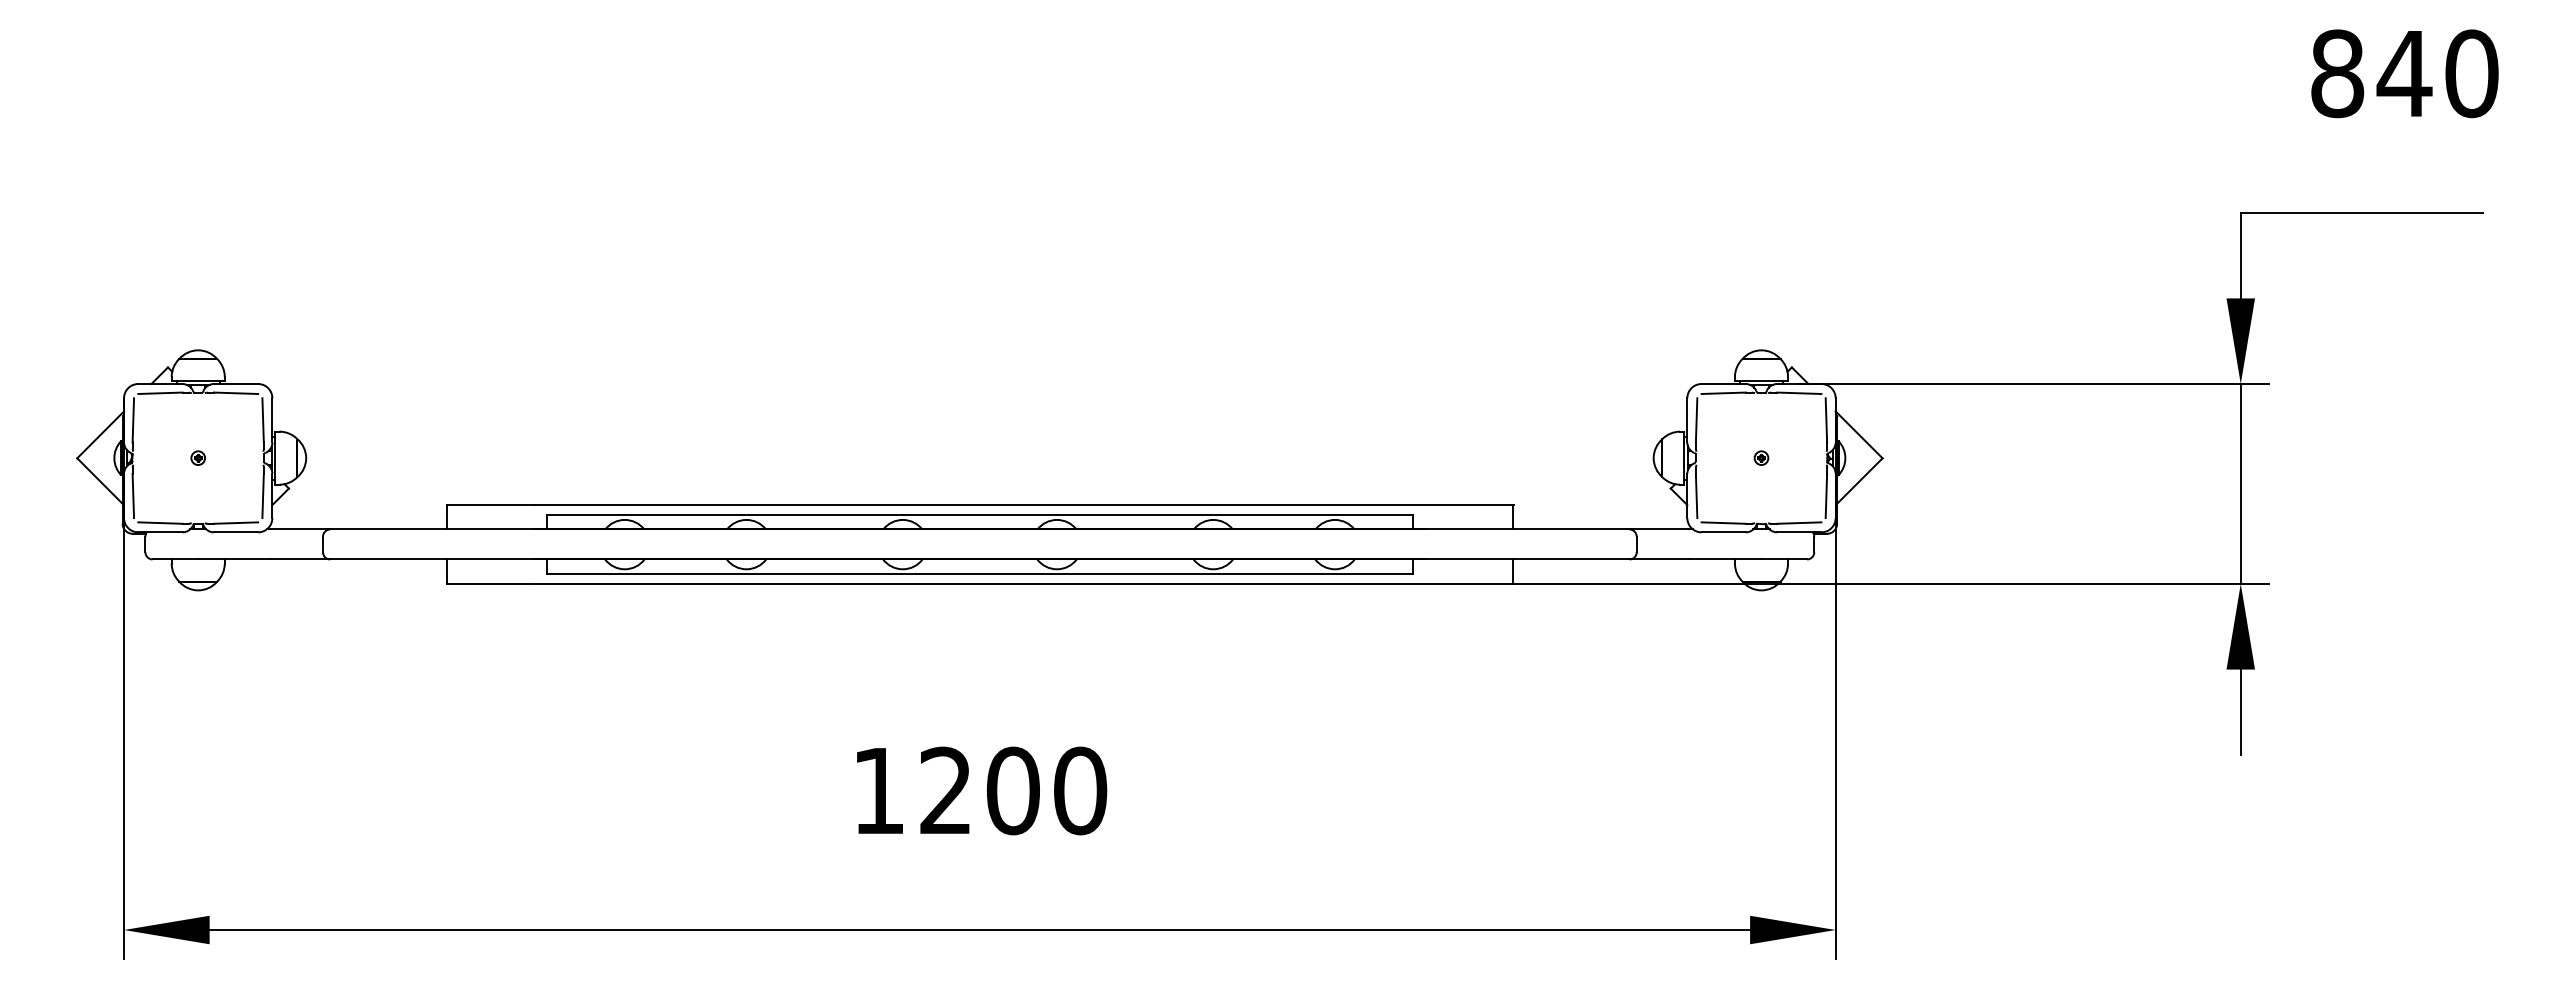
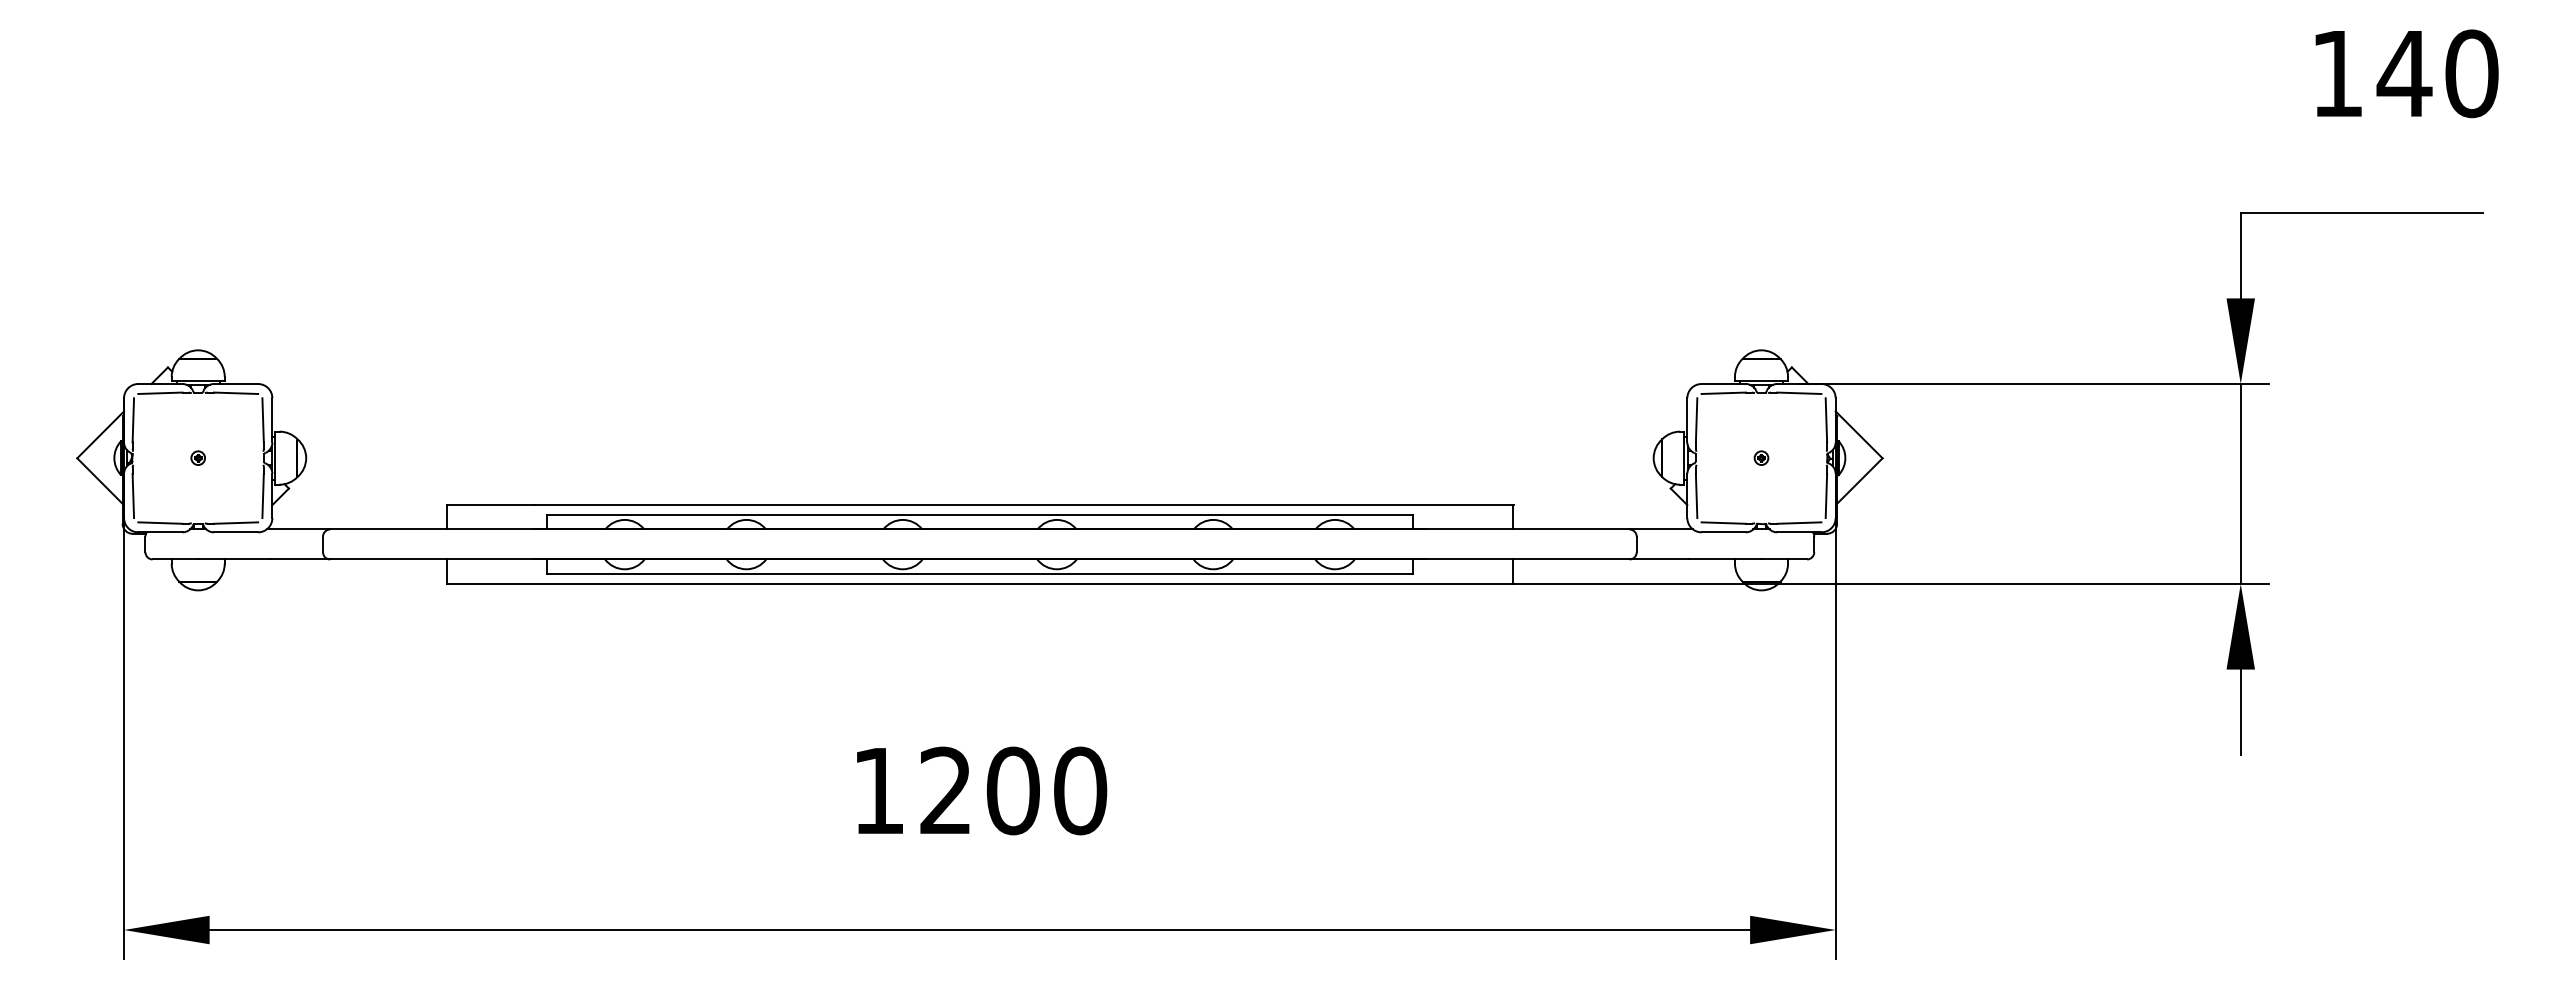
text at (2337, 73): 840 -> 140
